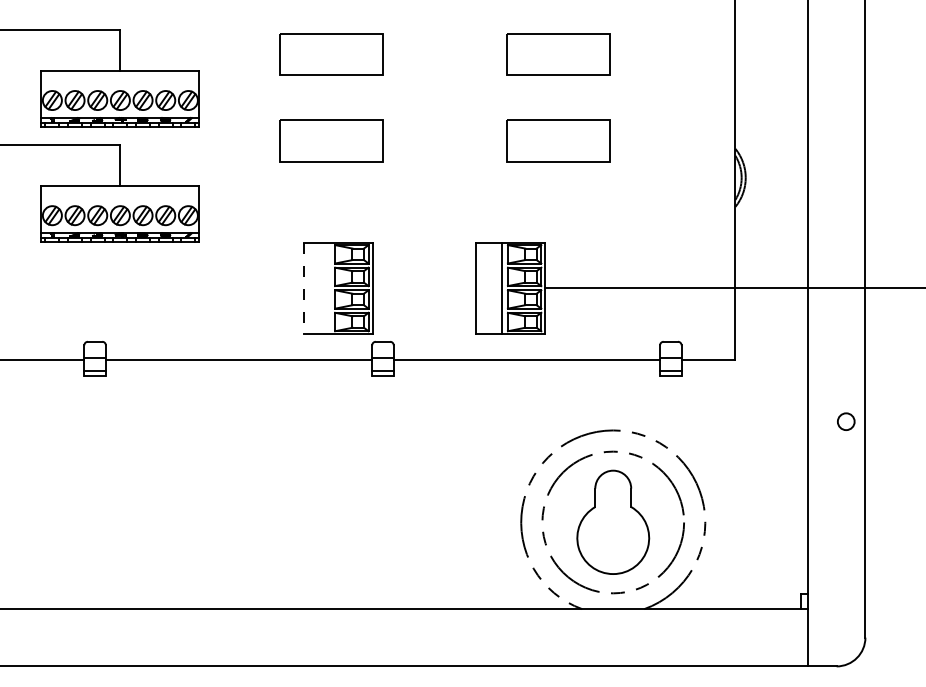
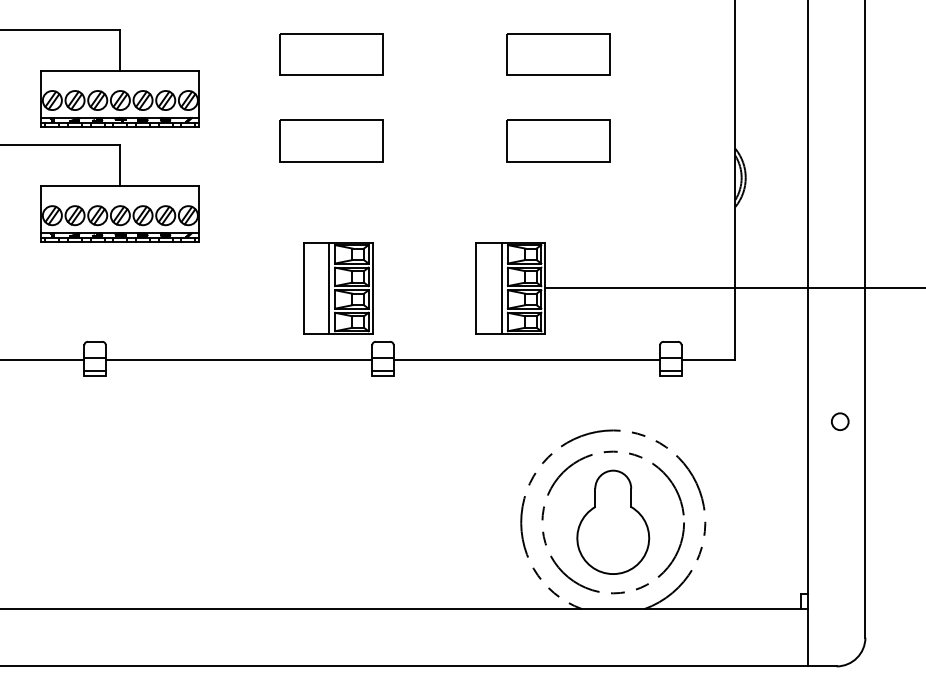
line at (329, 287): none -> present
line at (303, 288): dashed -> solid
circle at (846, 421) position: (846, 421) -> (840, 421)
